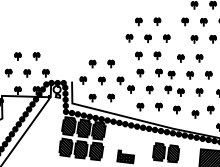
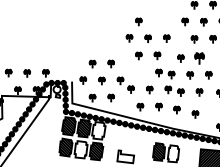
part at (157, 21): present -> none
part at (17, 56): present -> none
part at (36, 56): present -> none
part at (199, 58) size: 9x9 px -> 11x13 px
part at (140, 72): present -> none
part at (210, 109): present -> none
hatch at (98, 130): present -> none
hatch at (80, 149): present -> none
hatch at (173, 153): present -> none
hatch at (125, 156): present -> none
